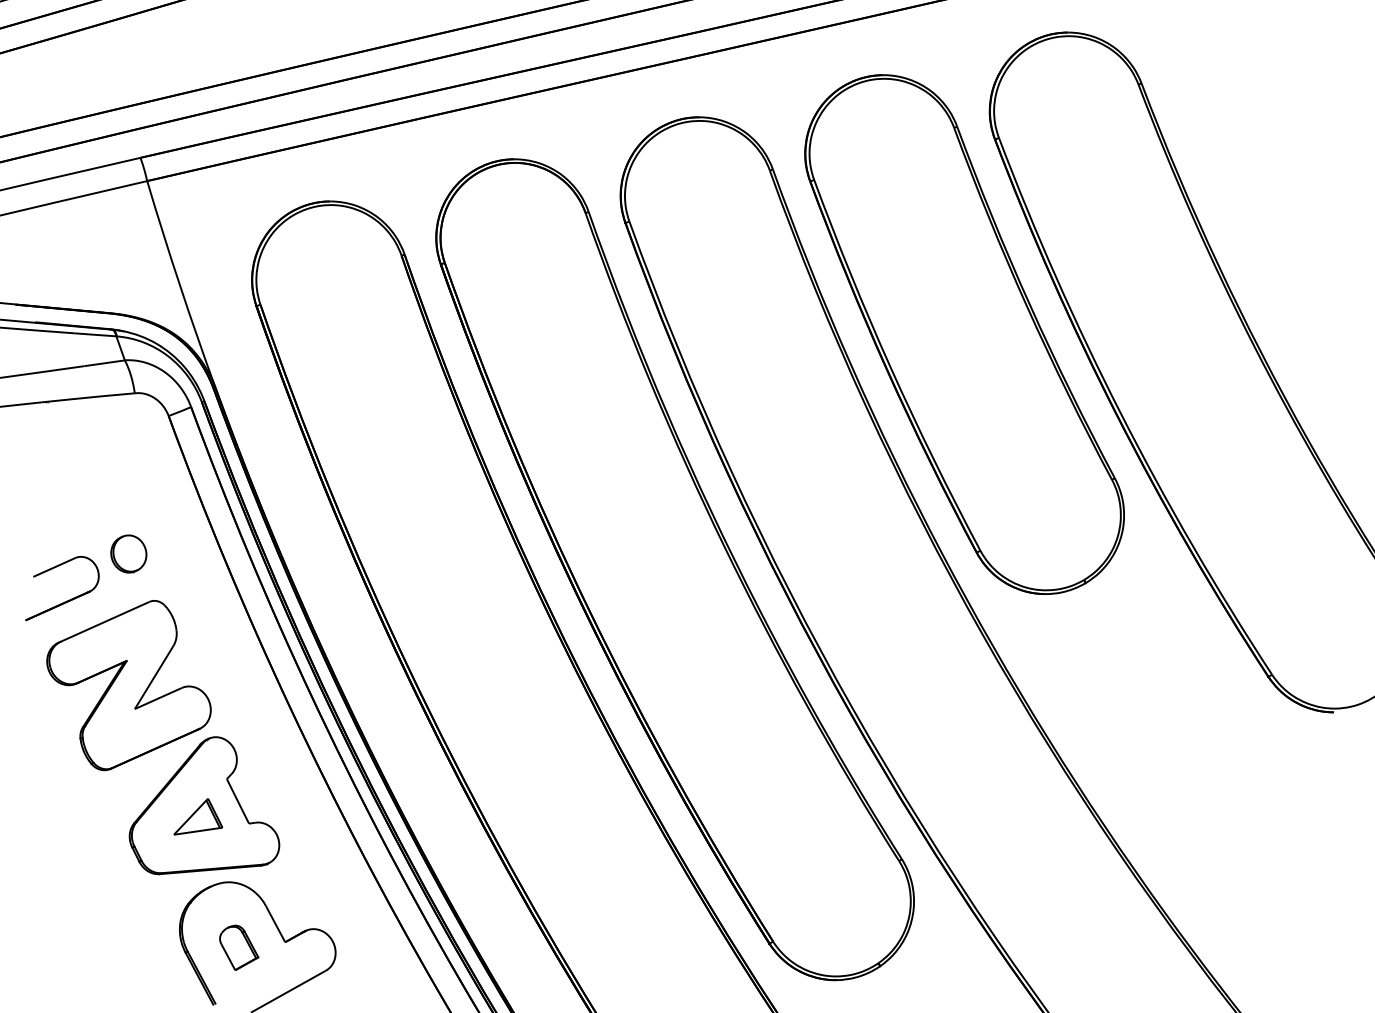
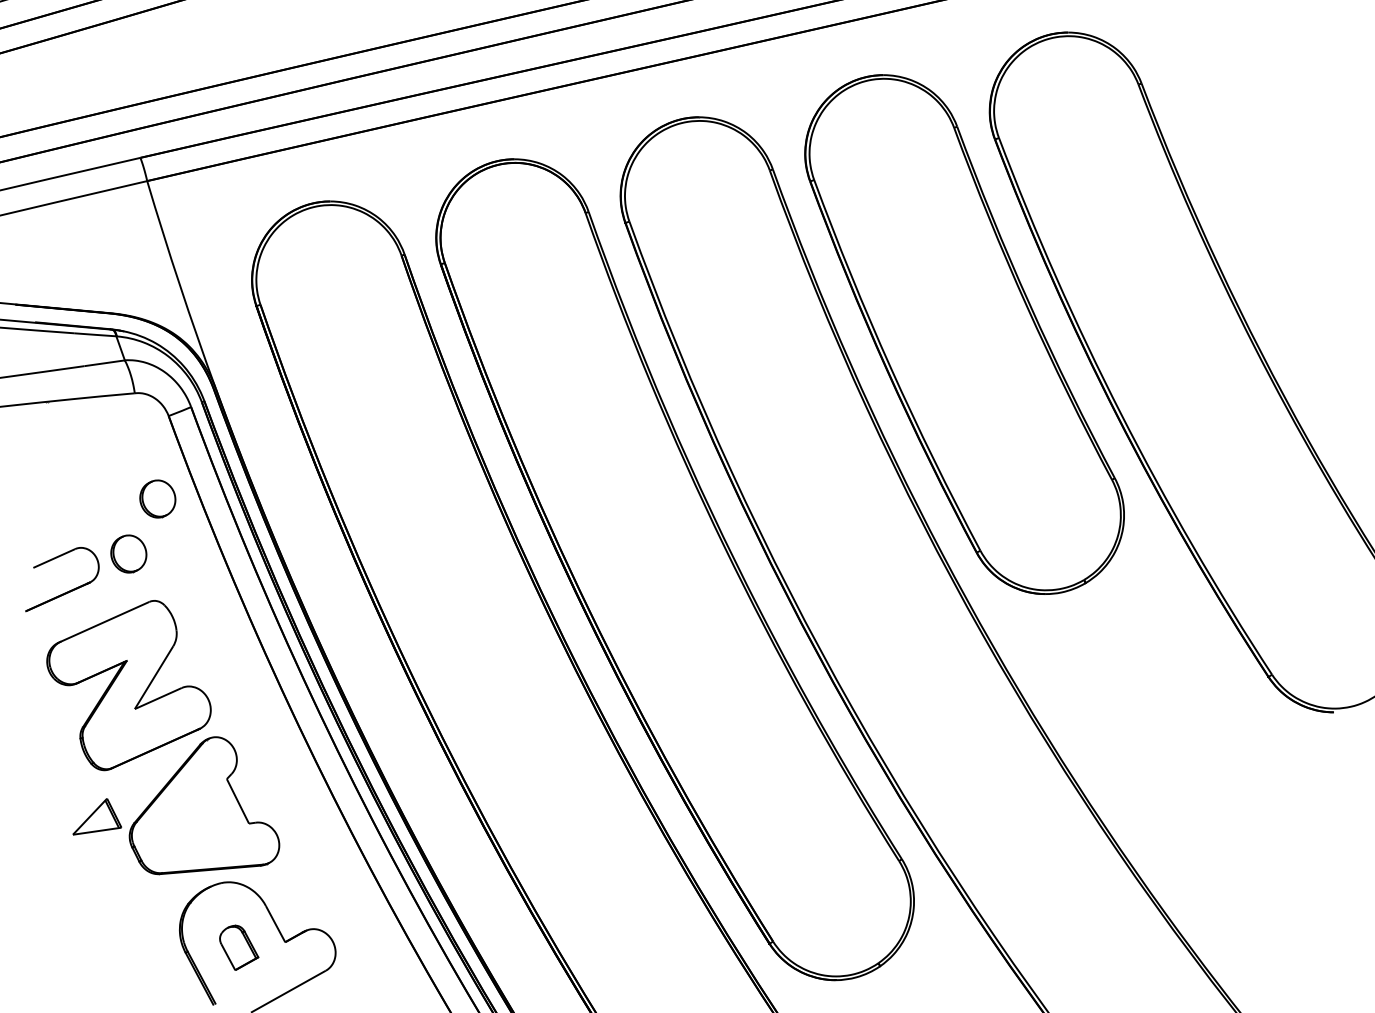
part at (157, 498): none -> present
part at (67, 600) position: (67, 600) -> (67, 591)
part at (198, 816) position: (198, 816) -> (97, 816)
